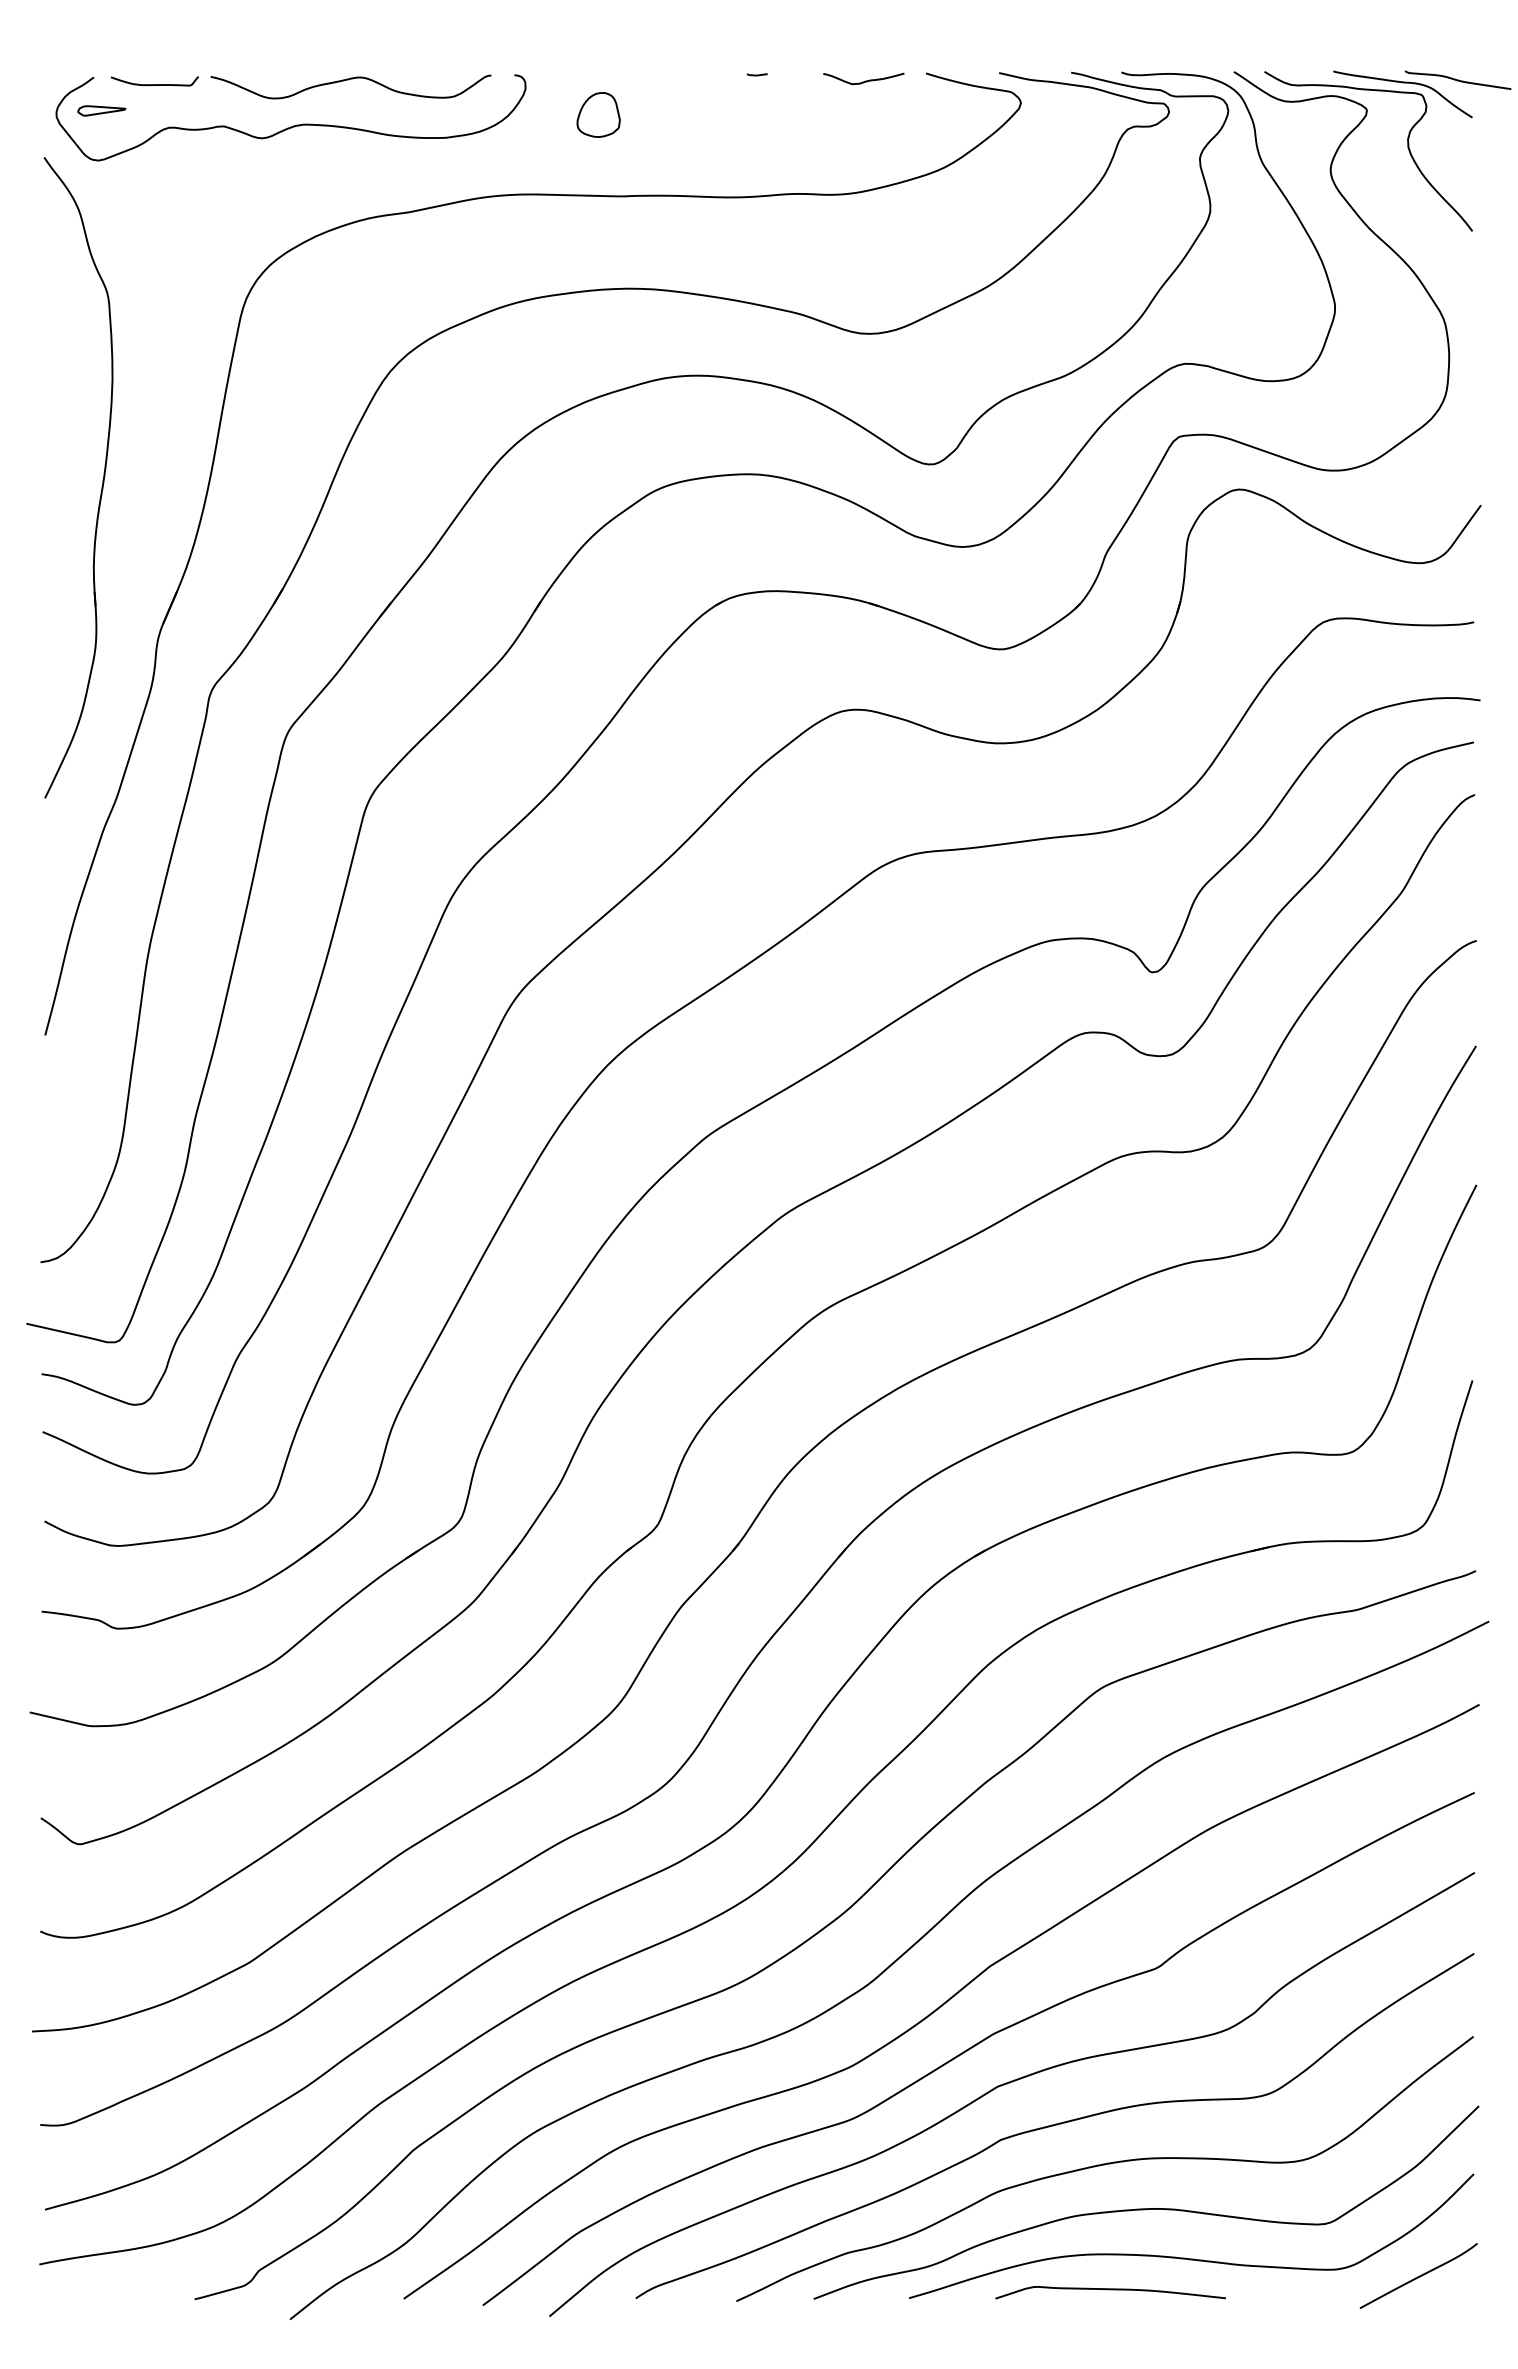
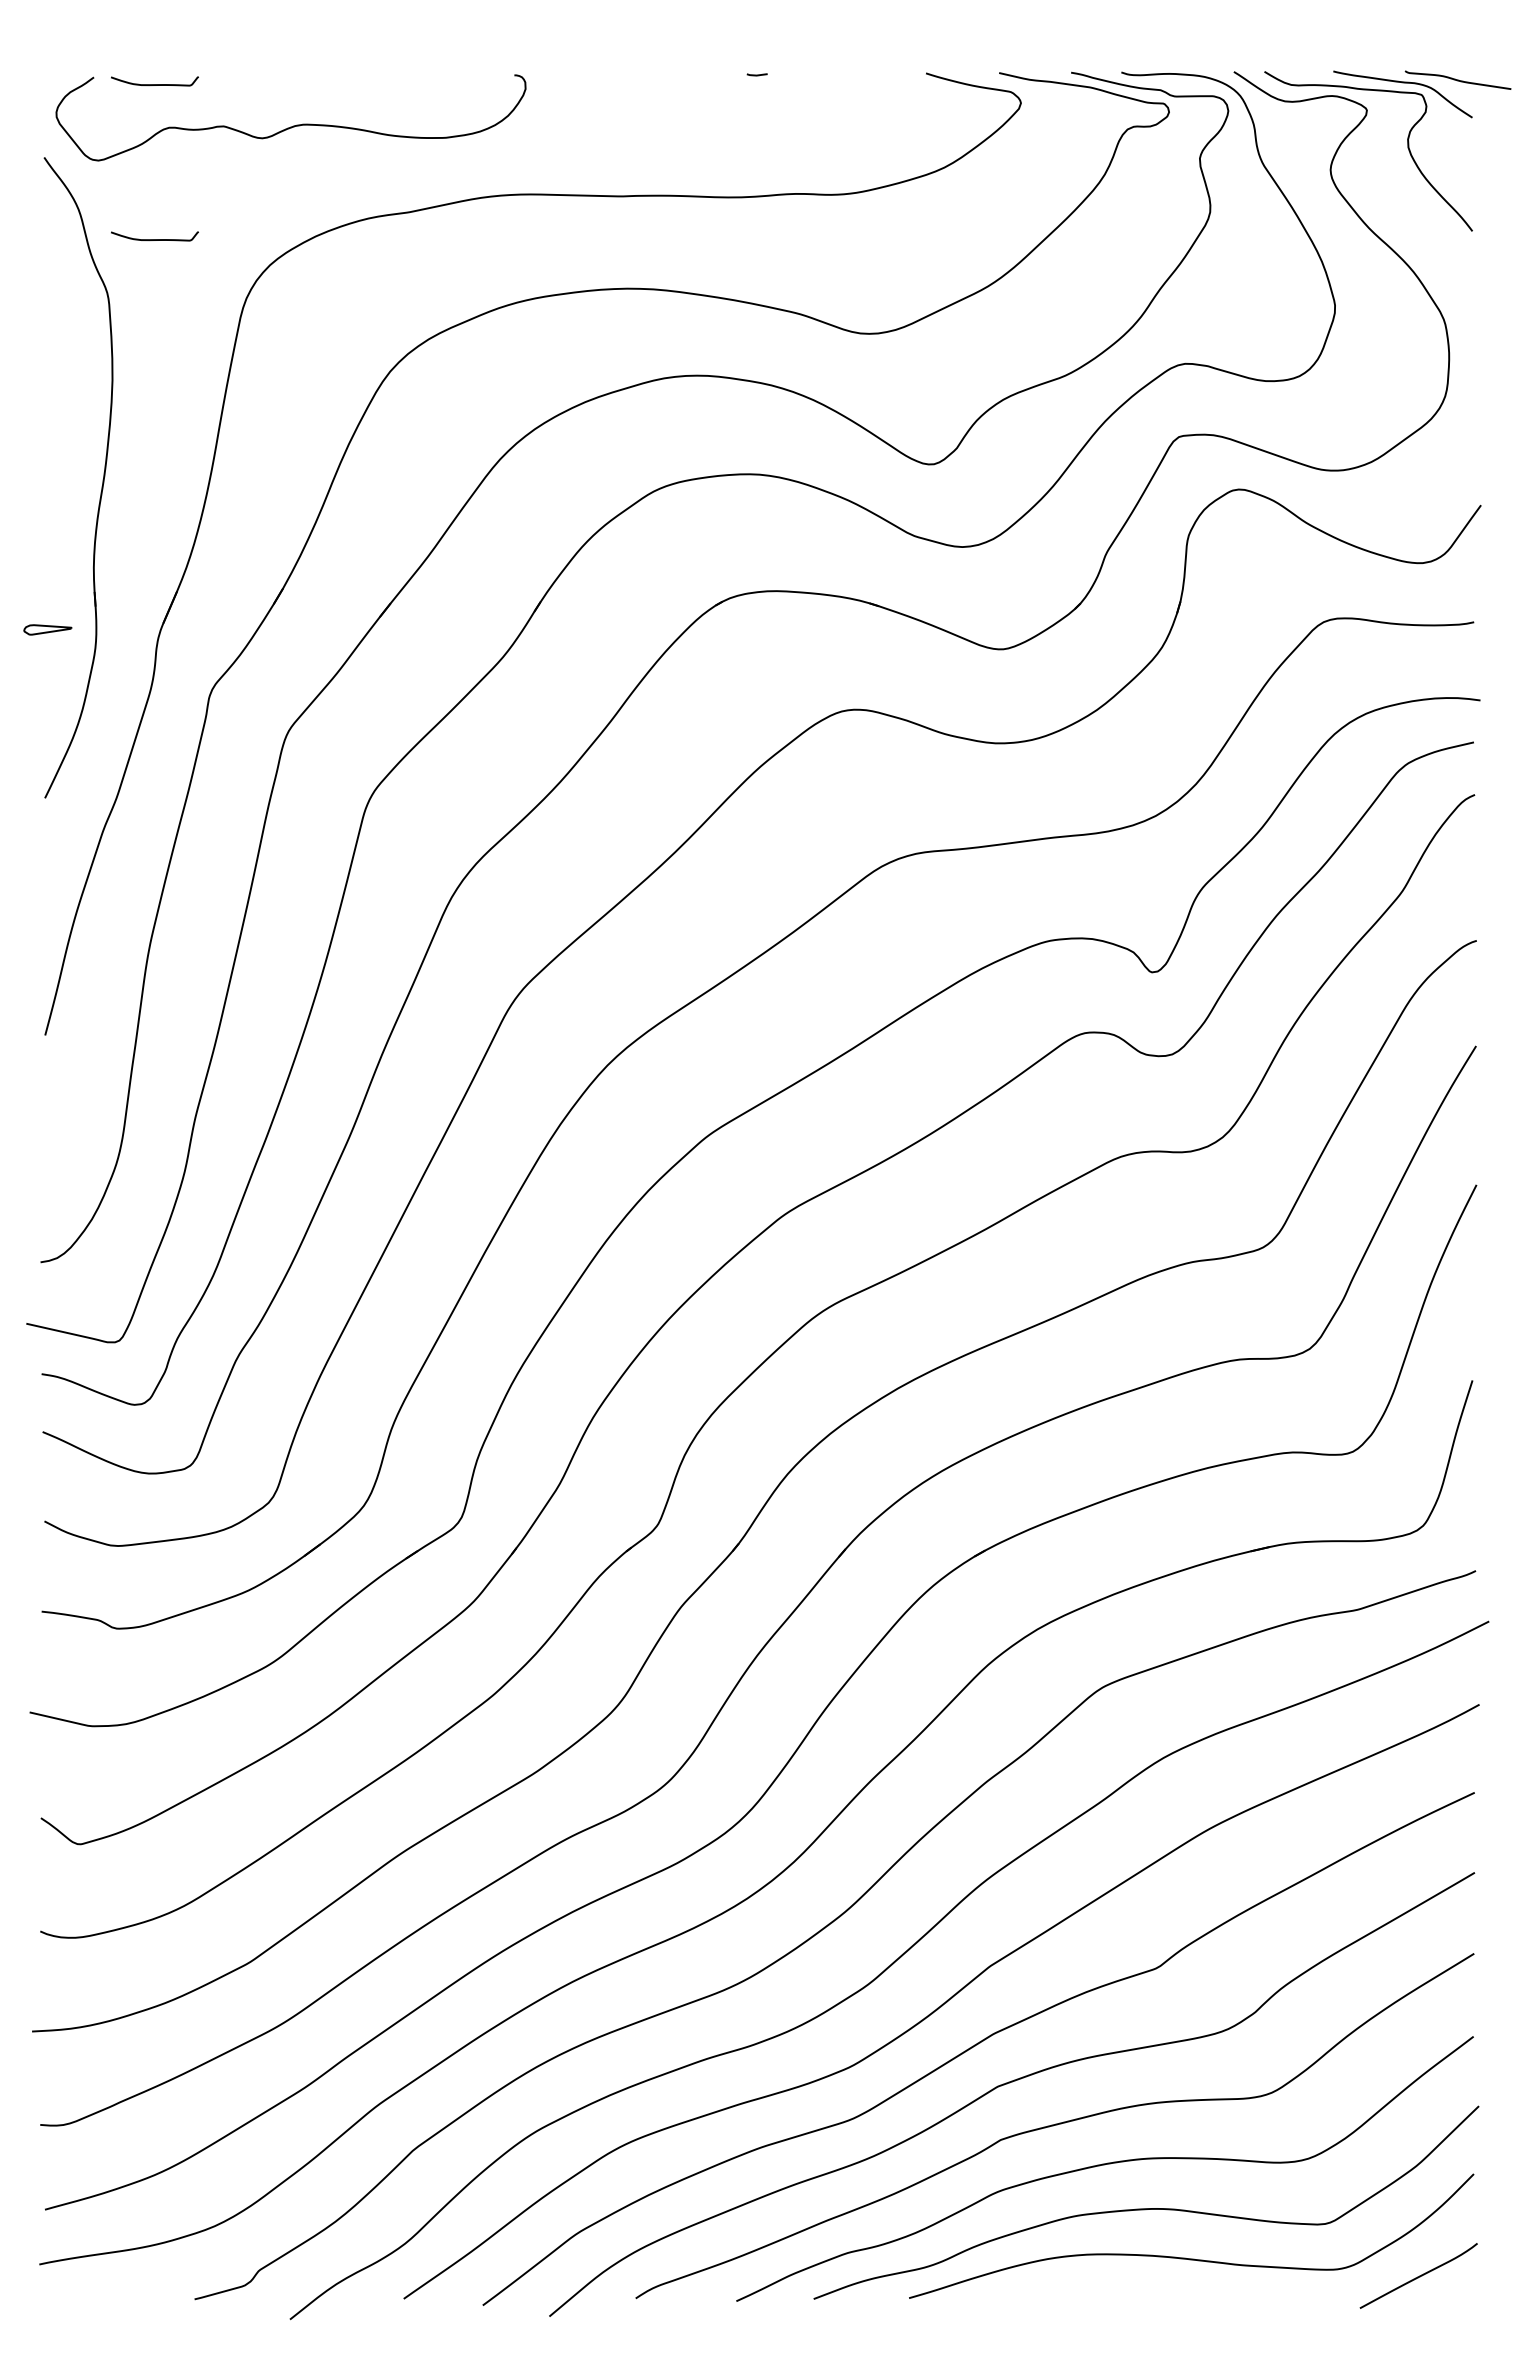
curve at (348, 80): present -> none
curve at (865, 80): present -> none
part at (101, 110) position: (101, 110) -> (47, 629)
part at (598, 114): present -> none
curve at (154, 239): none -> present
curve at (1110, 2290): present -> none
